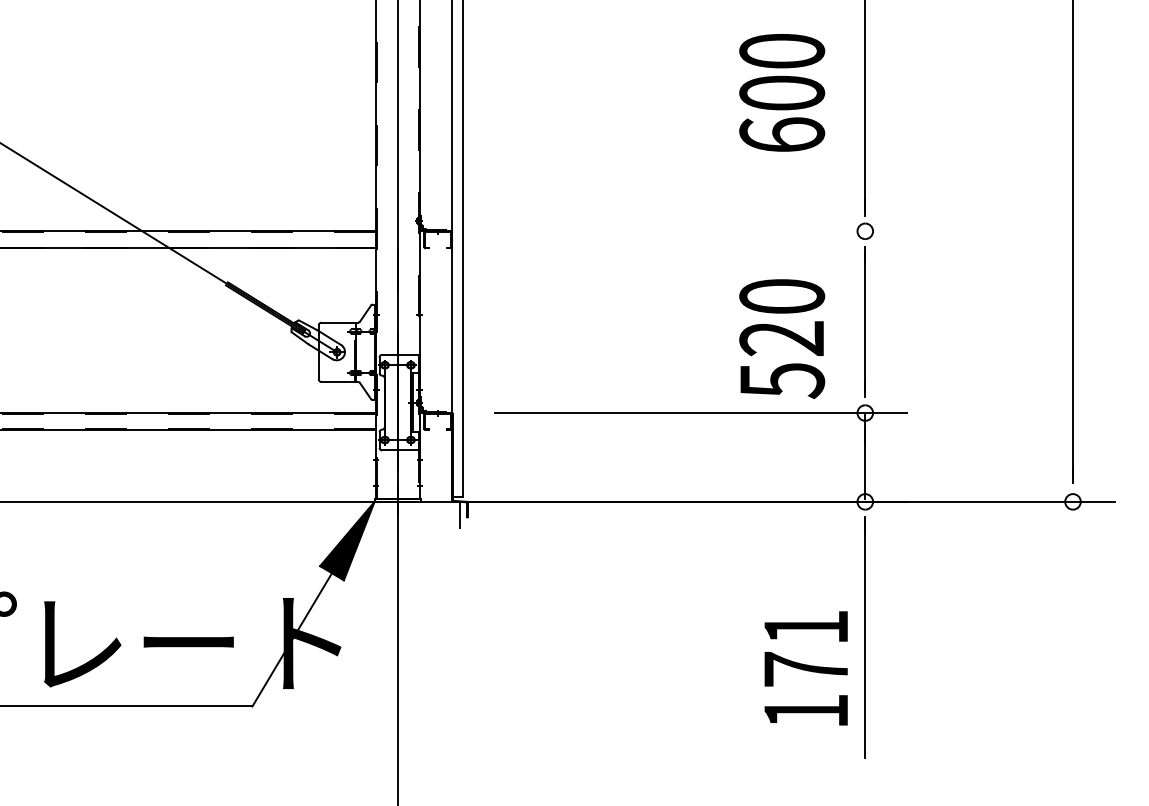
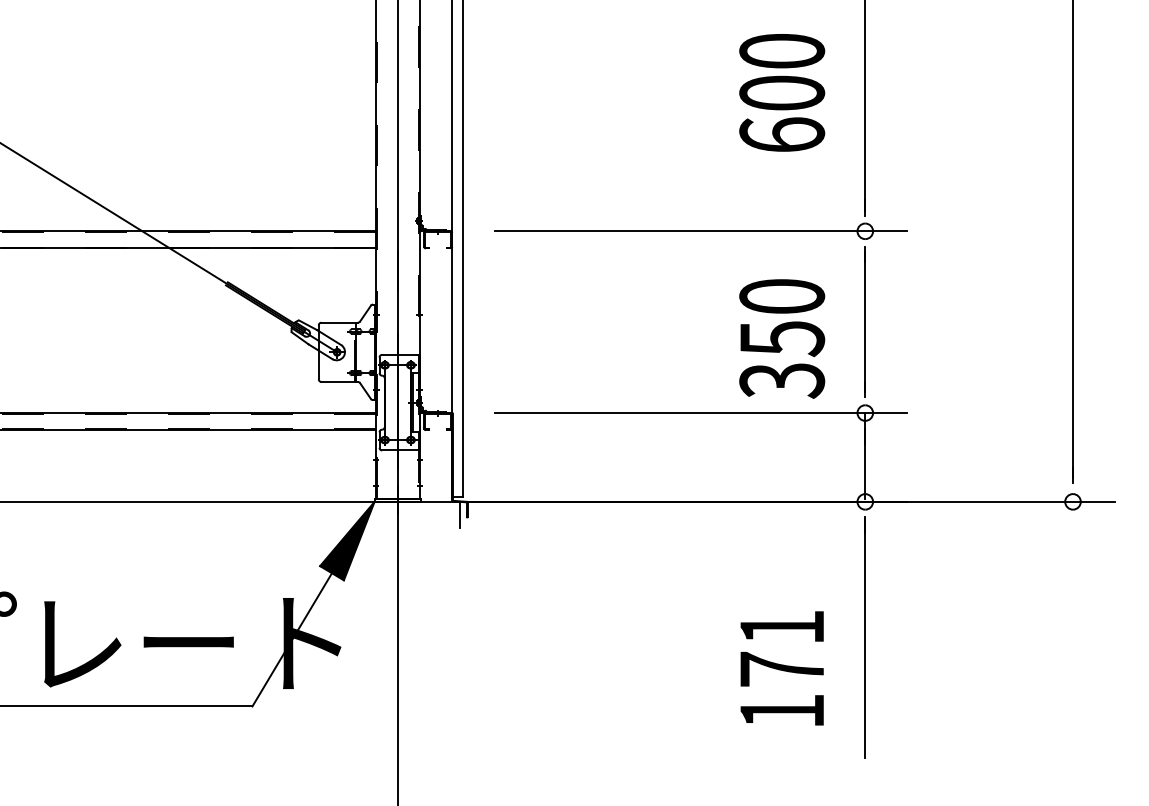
line at (700, 231): none -> present
text at (782, 360): 520 -> 350
text at (805, 668) position: (805, 668) -> (781, 668)
